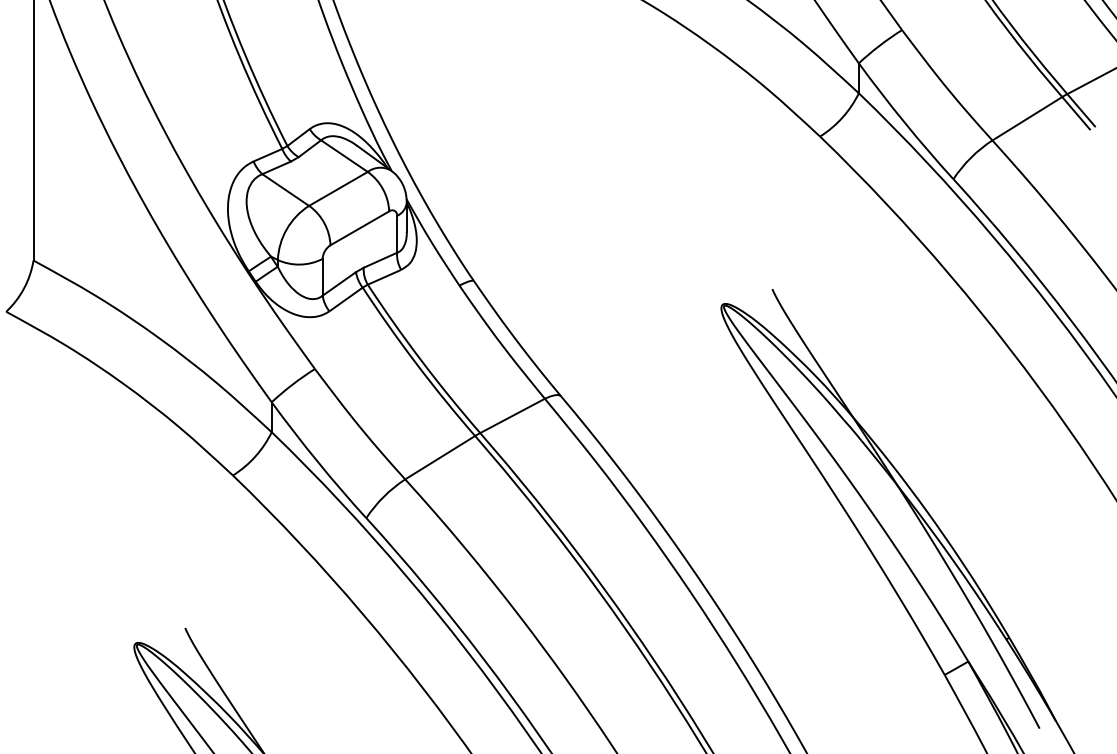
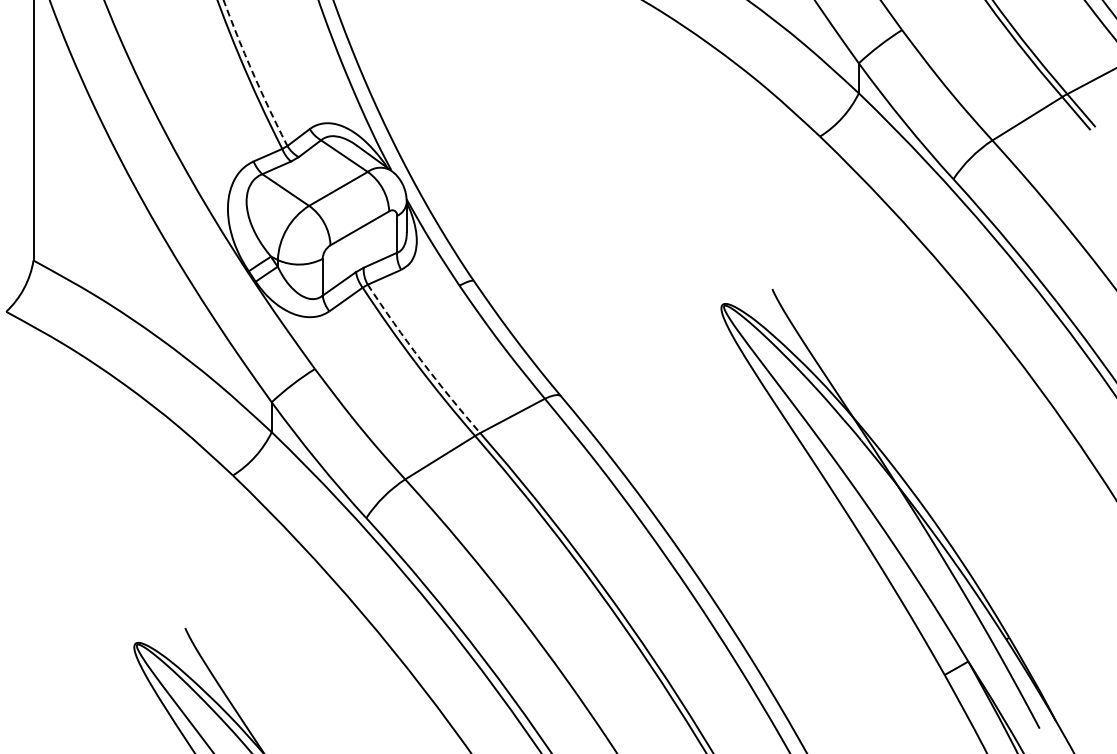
arc at (253, 74): solid -> dashed
arc at (421, 360): solid -> dashed
